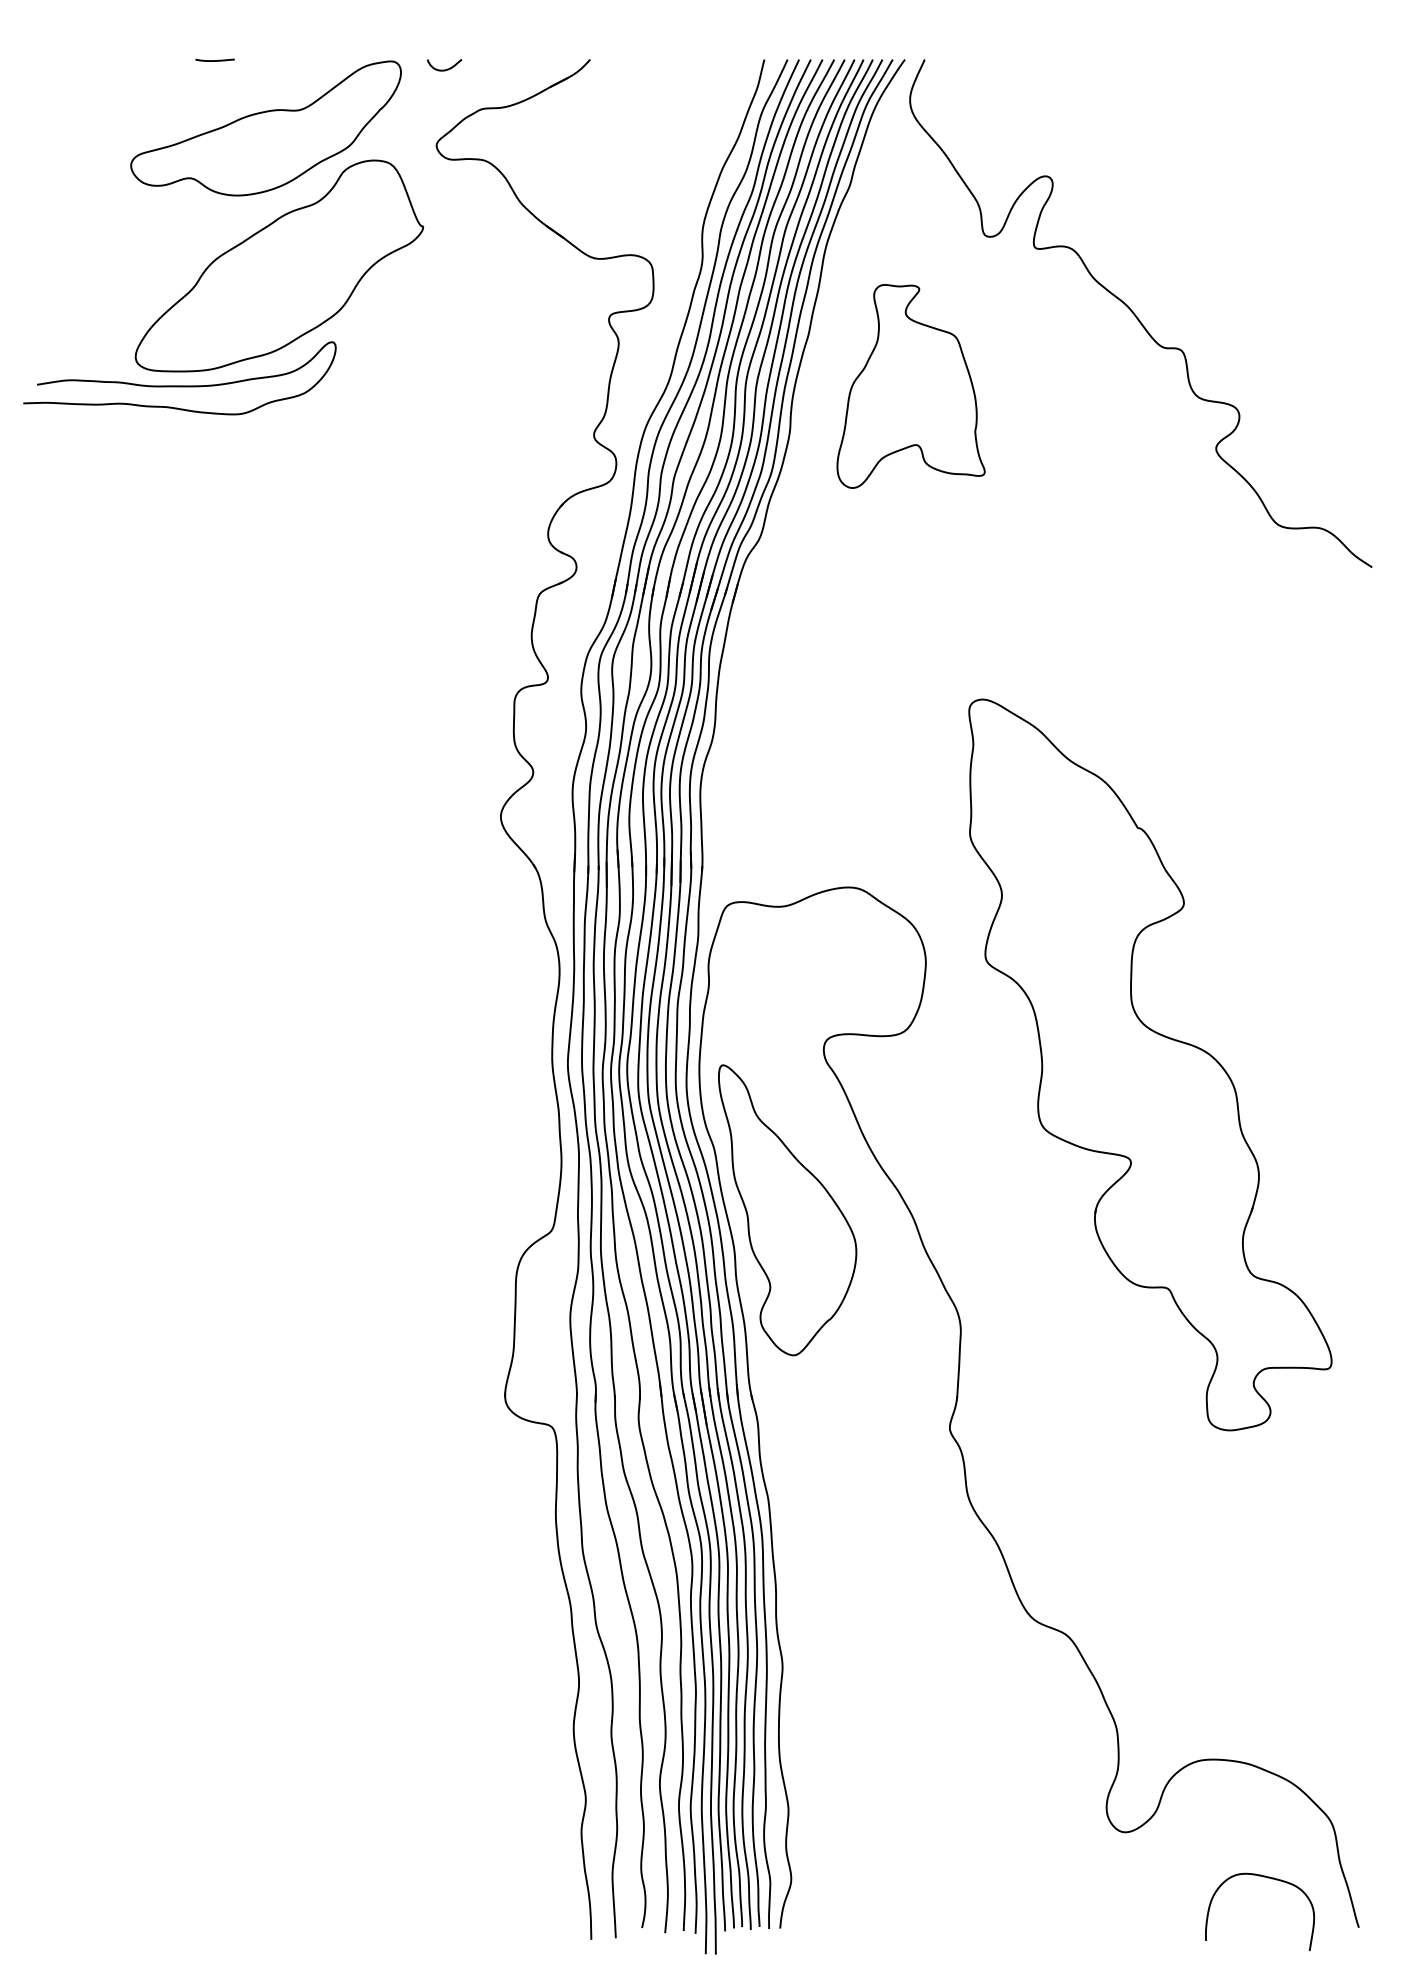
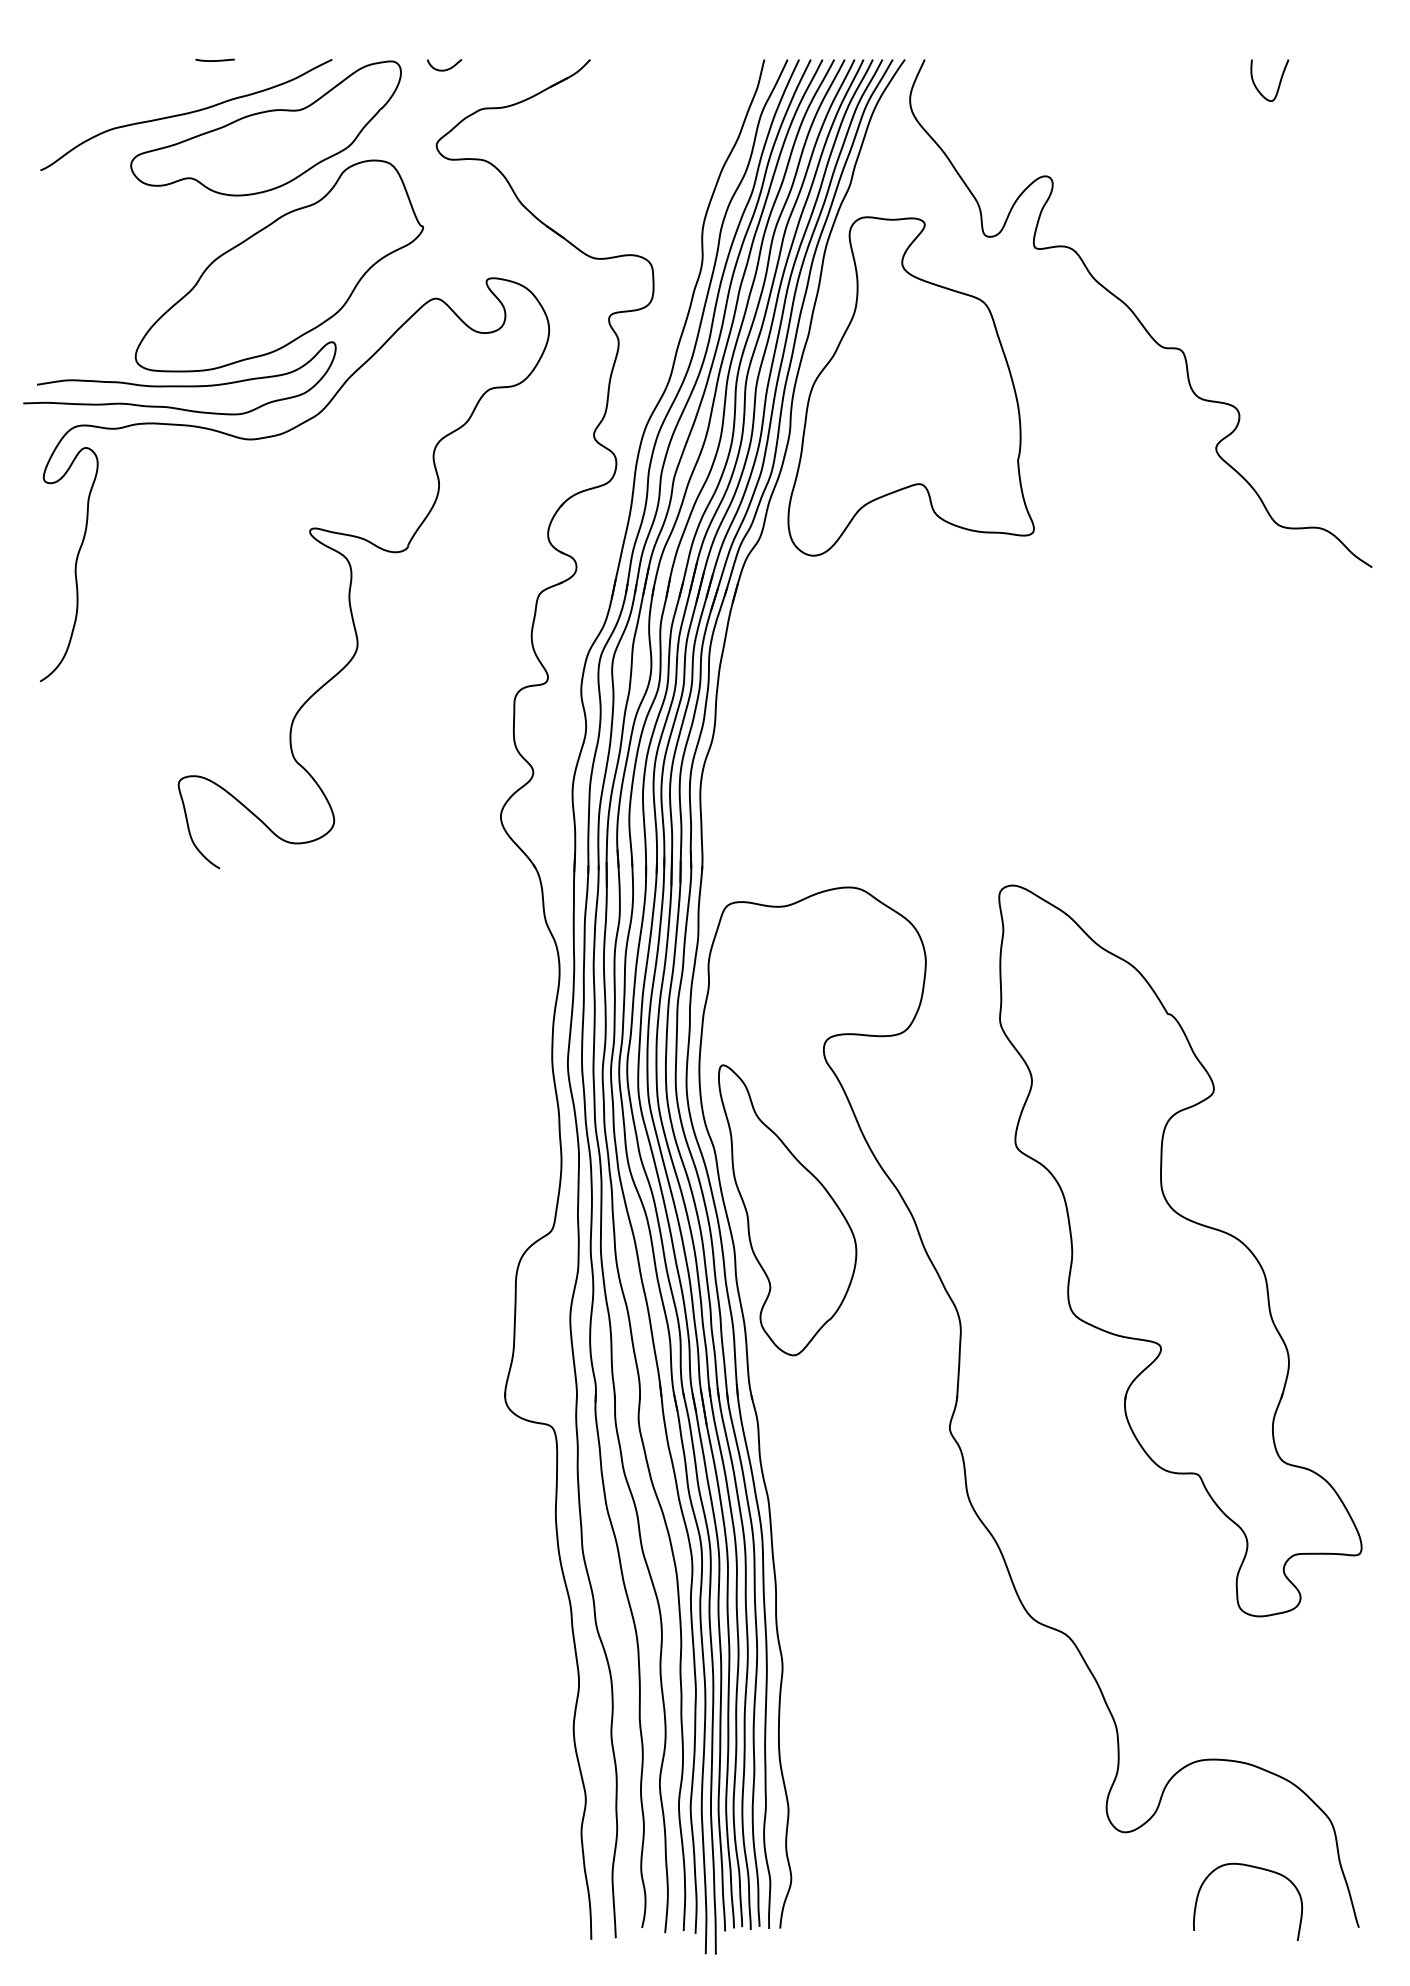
curve at (1278, 84): none -> present
curve at (186, 114): none -> present
part at (910, 386) size: 150x205 px -> 248x341 px
part at (319, 543): none -> present
part at (1150, 1064) position: (1150, 1064) -> (1180, 1250)
curve at (1267, 1878) position: (1267, 1878) -> (1255, 1868)
